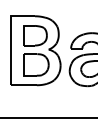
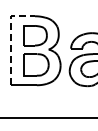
line at (11, 38): solid -> dashed
